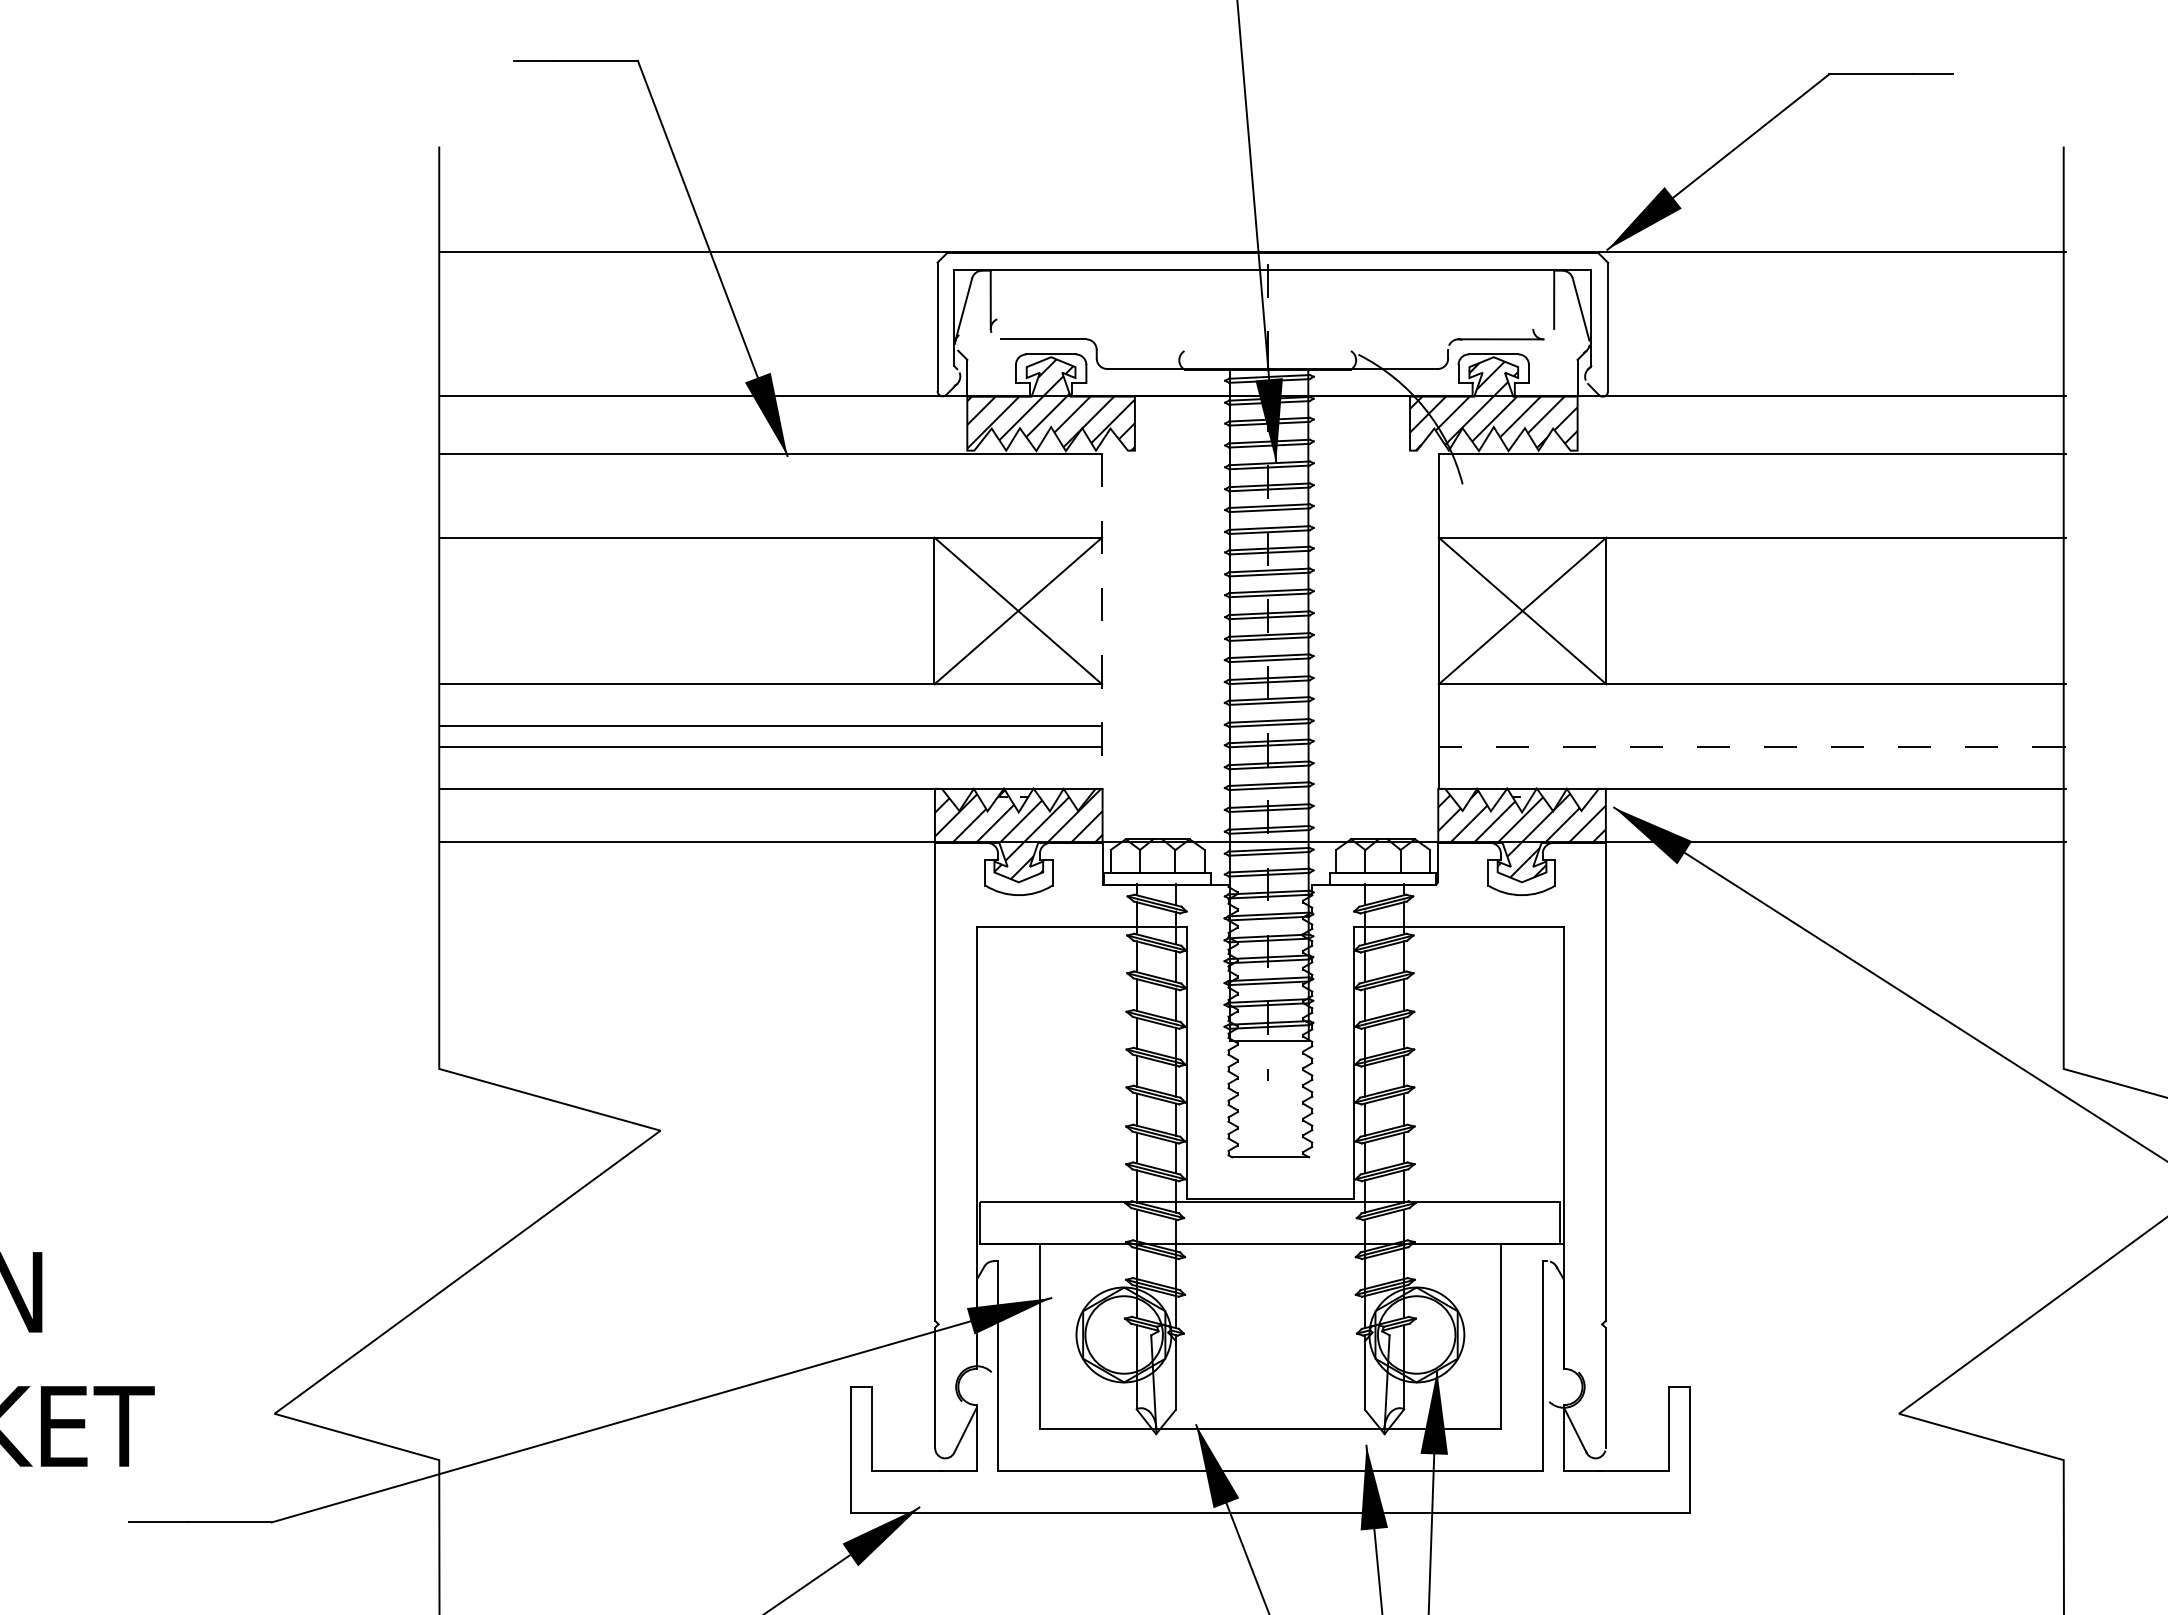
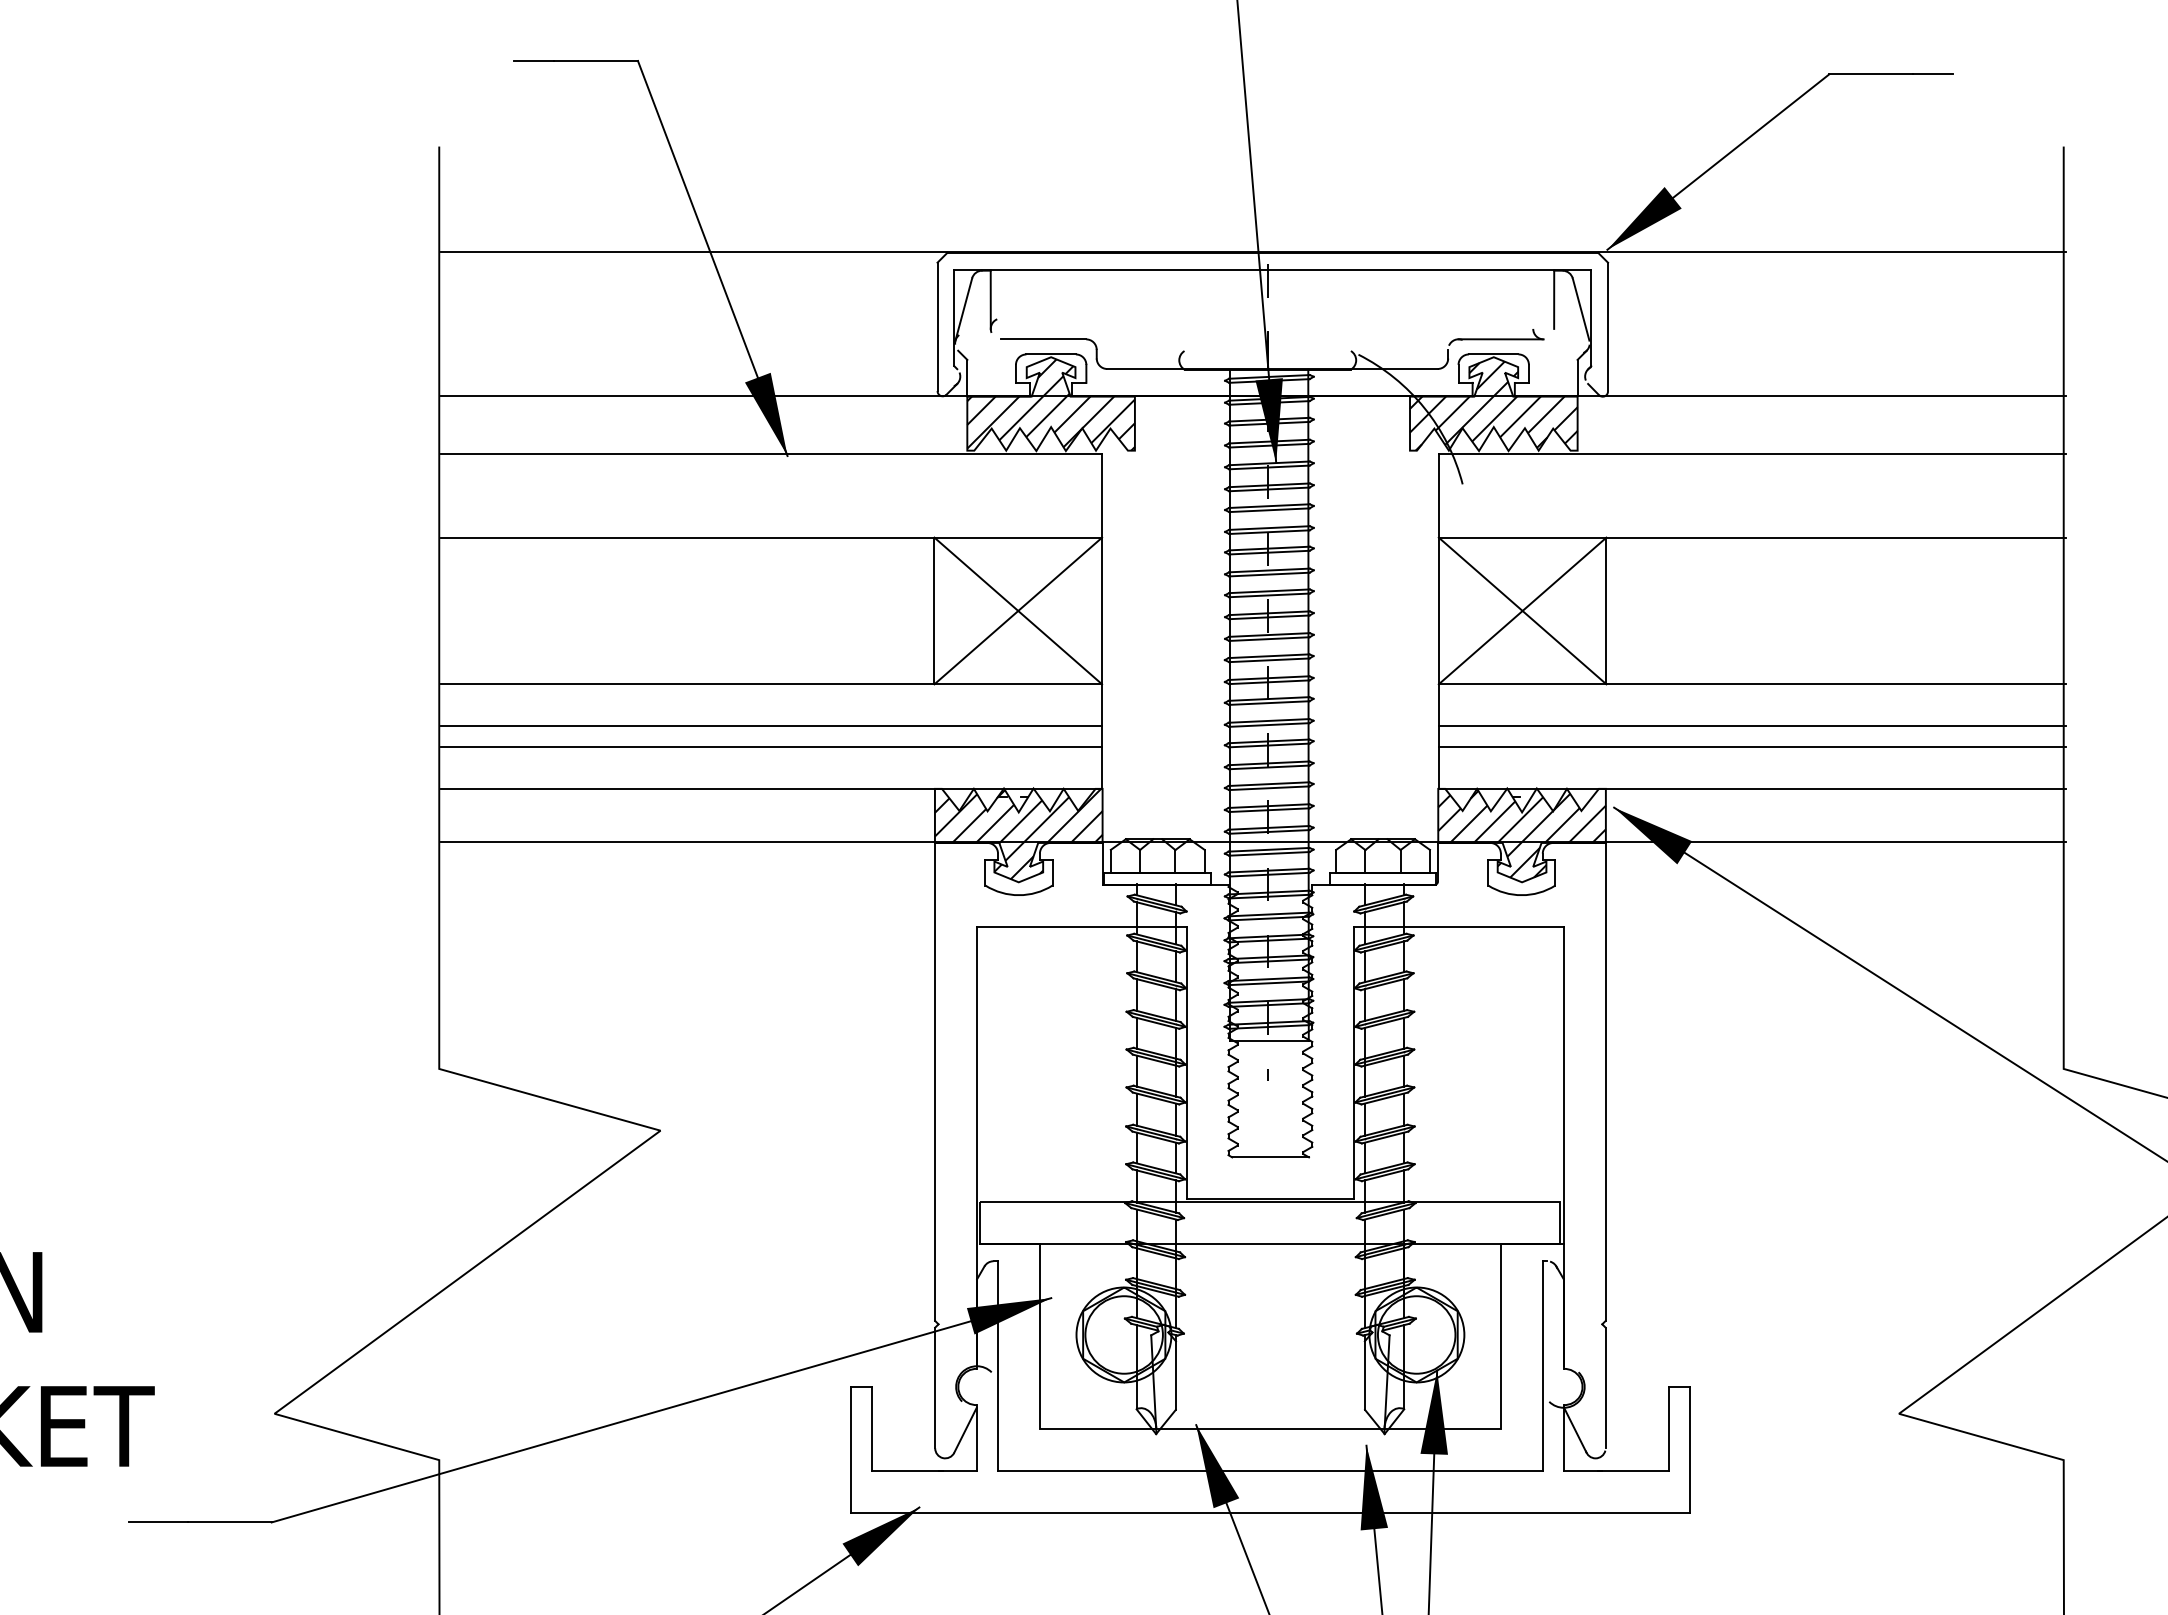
line at (1102, 621): dashed -> solid
line at (1751, 726): none -> present
line at (1751, 747): dashed -> solid
